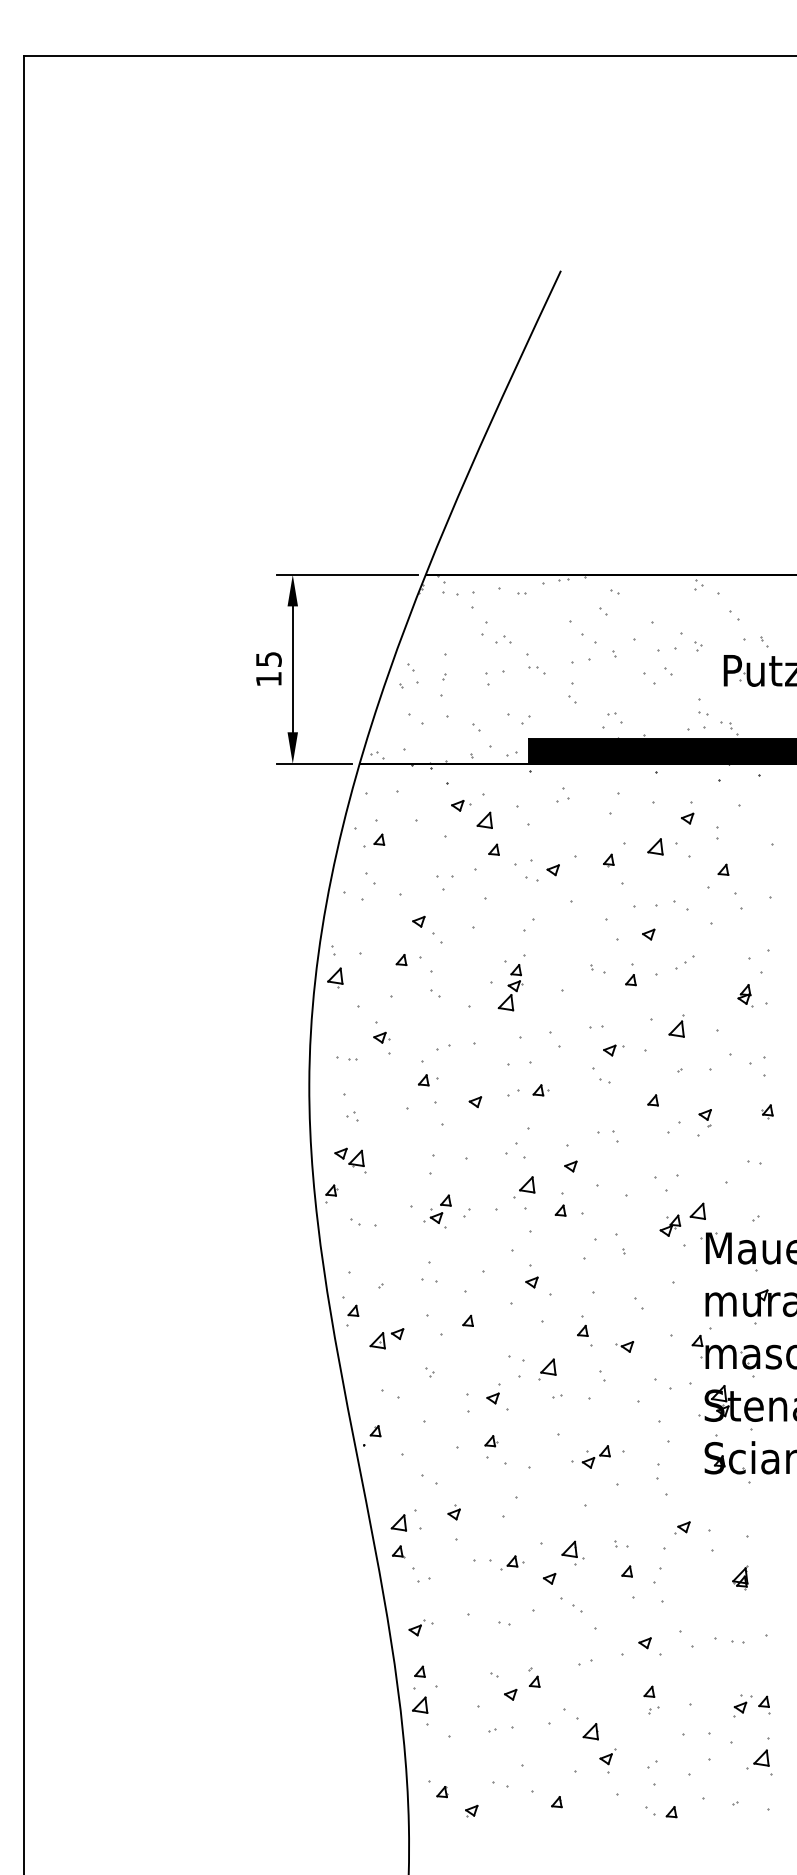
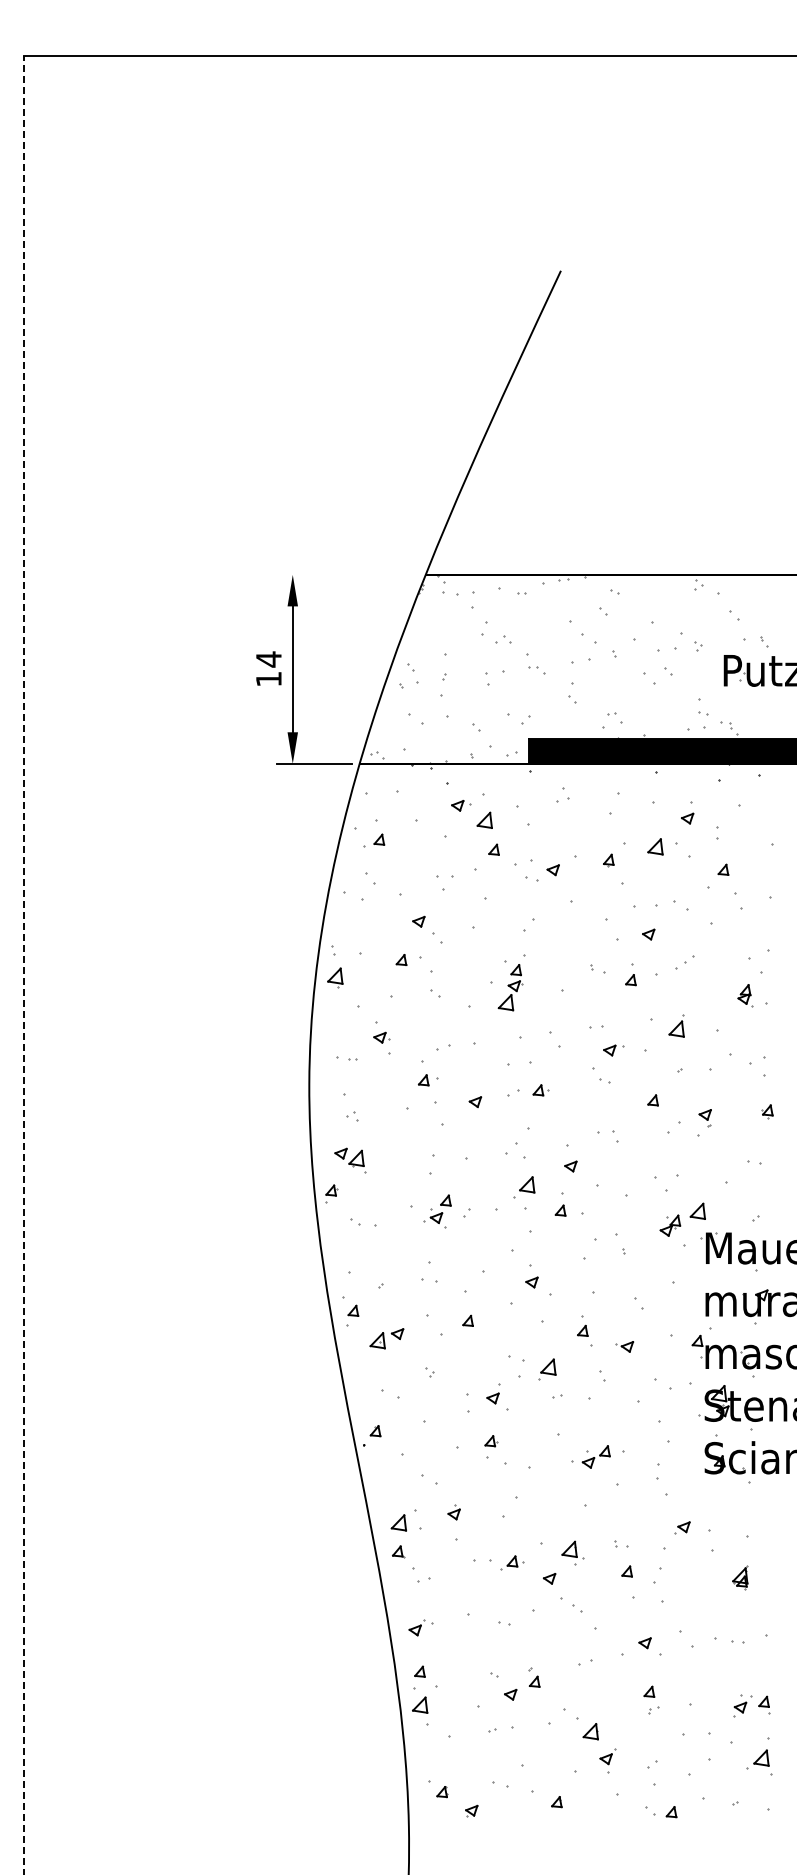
line at (347, 574): present -> none
text at (268, 659): 15 -> 14
line at (23, 965): solid -> dashed
